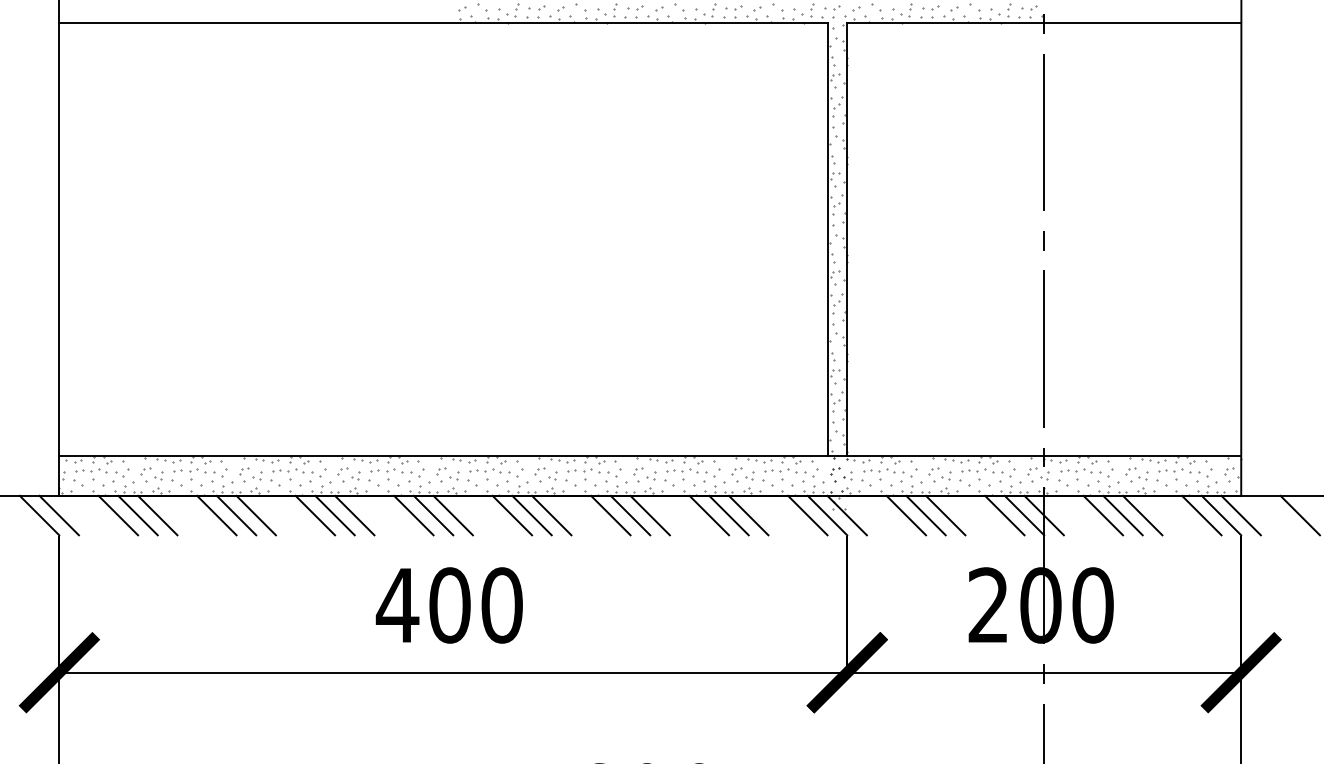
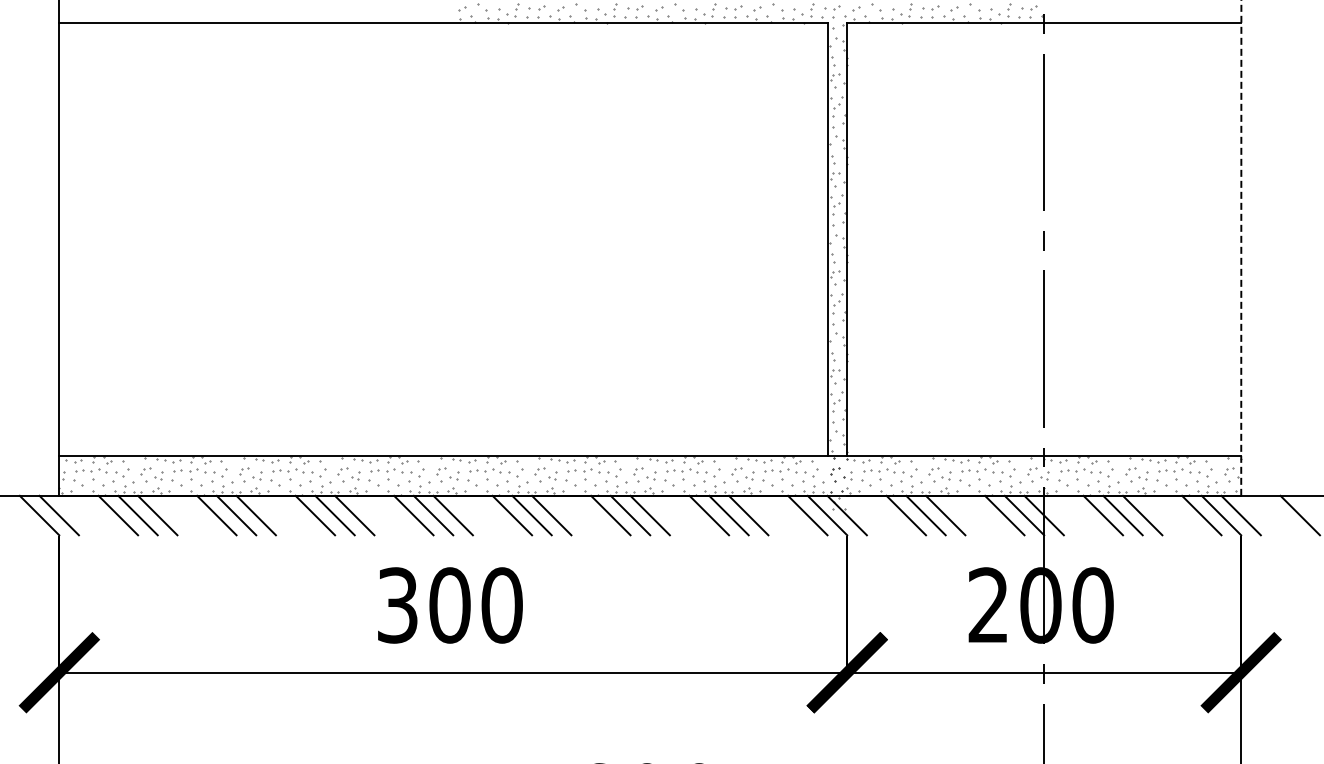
line at (1241, 248): solid -> dashed
text at (397, 605): 400 -> 300
